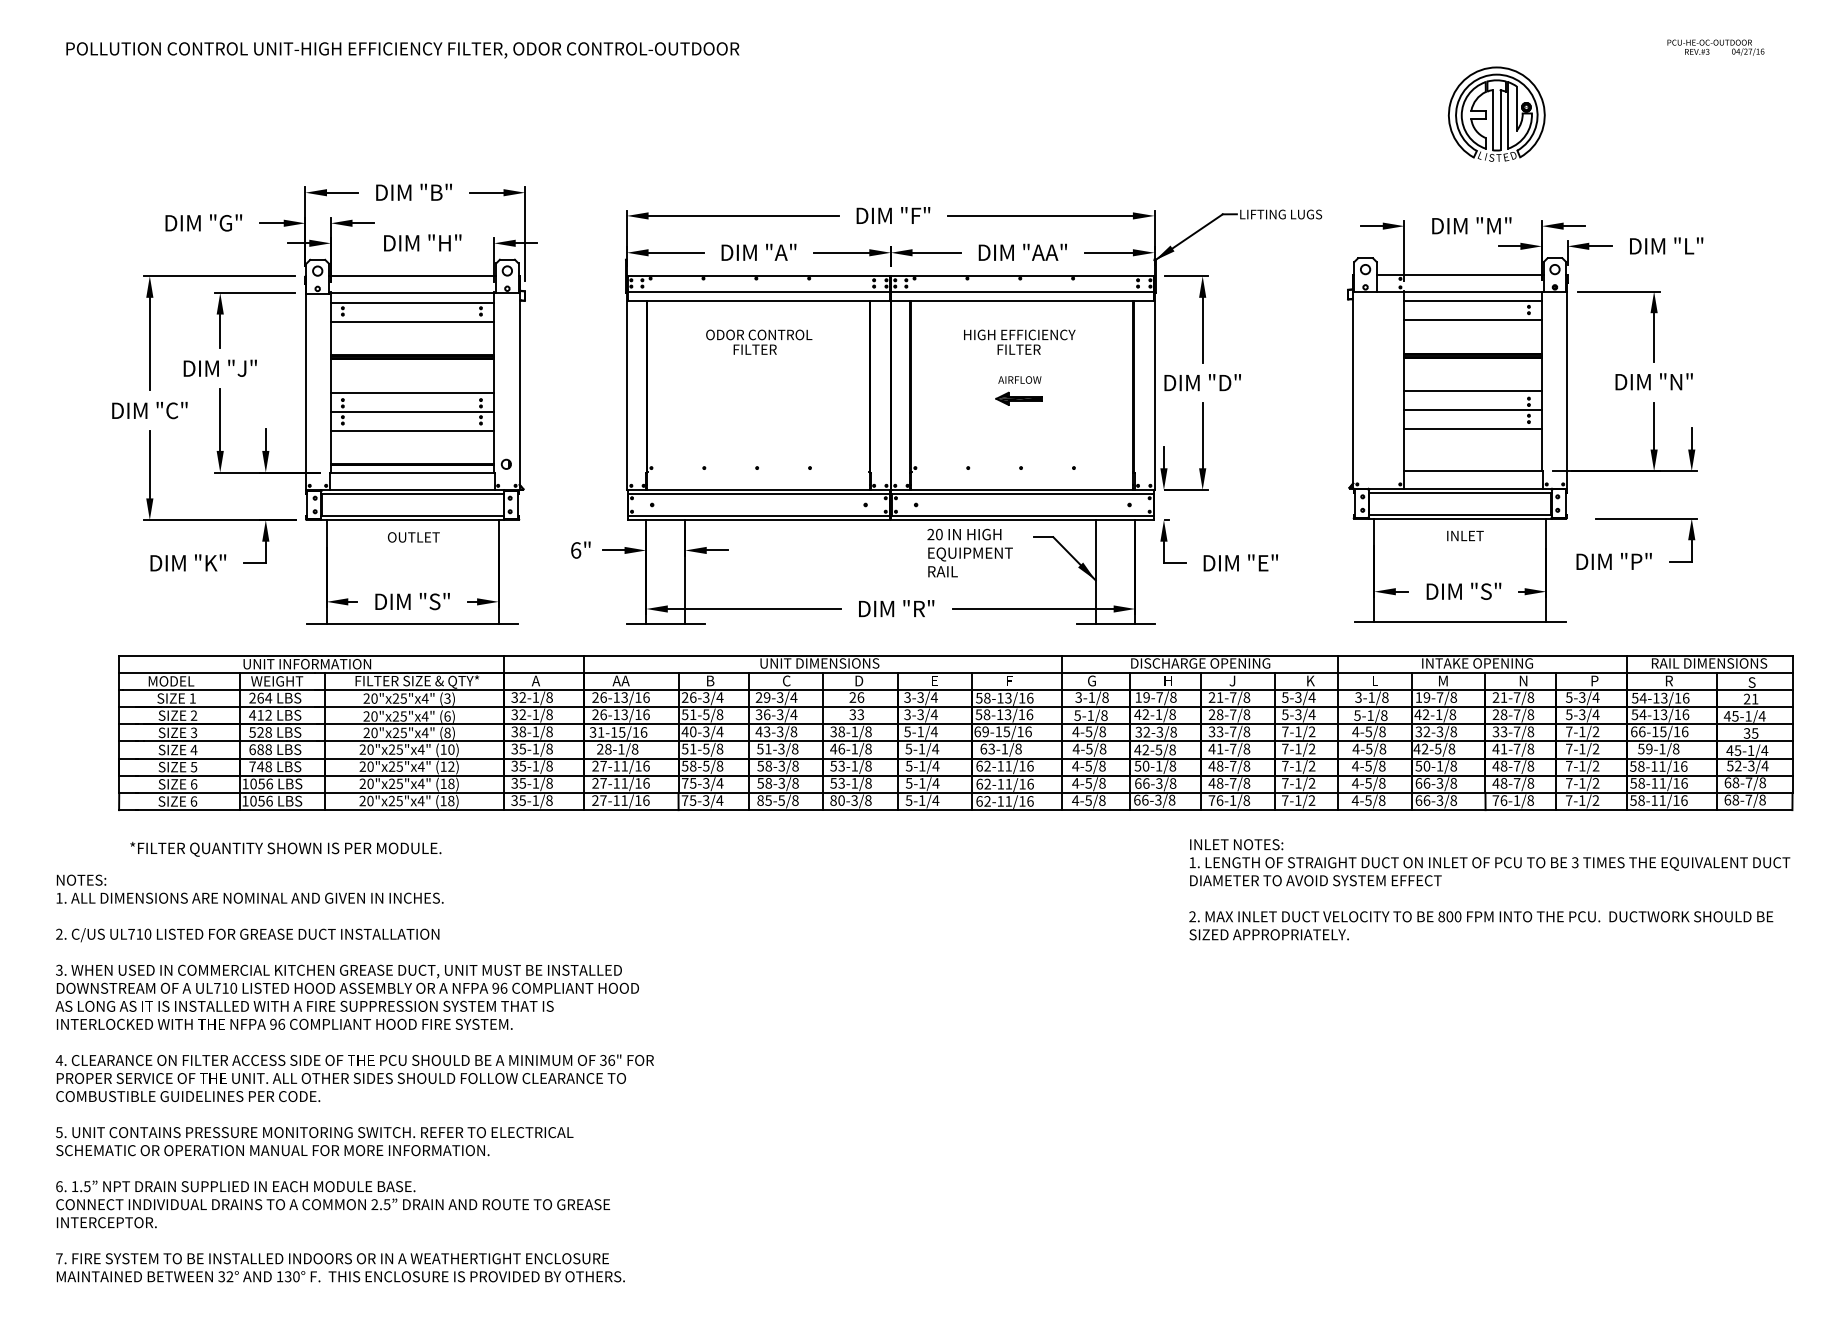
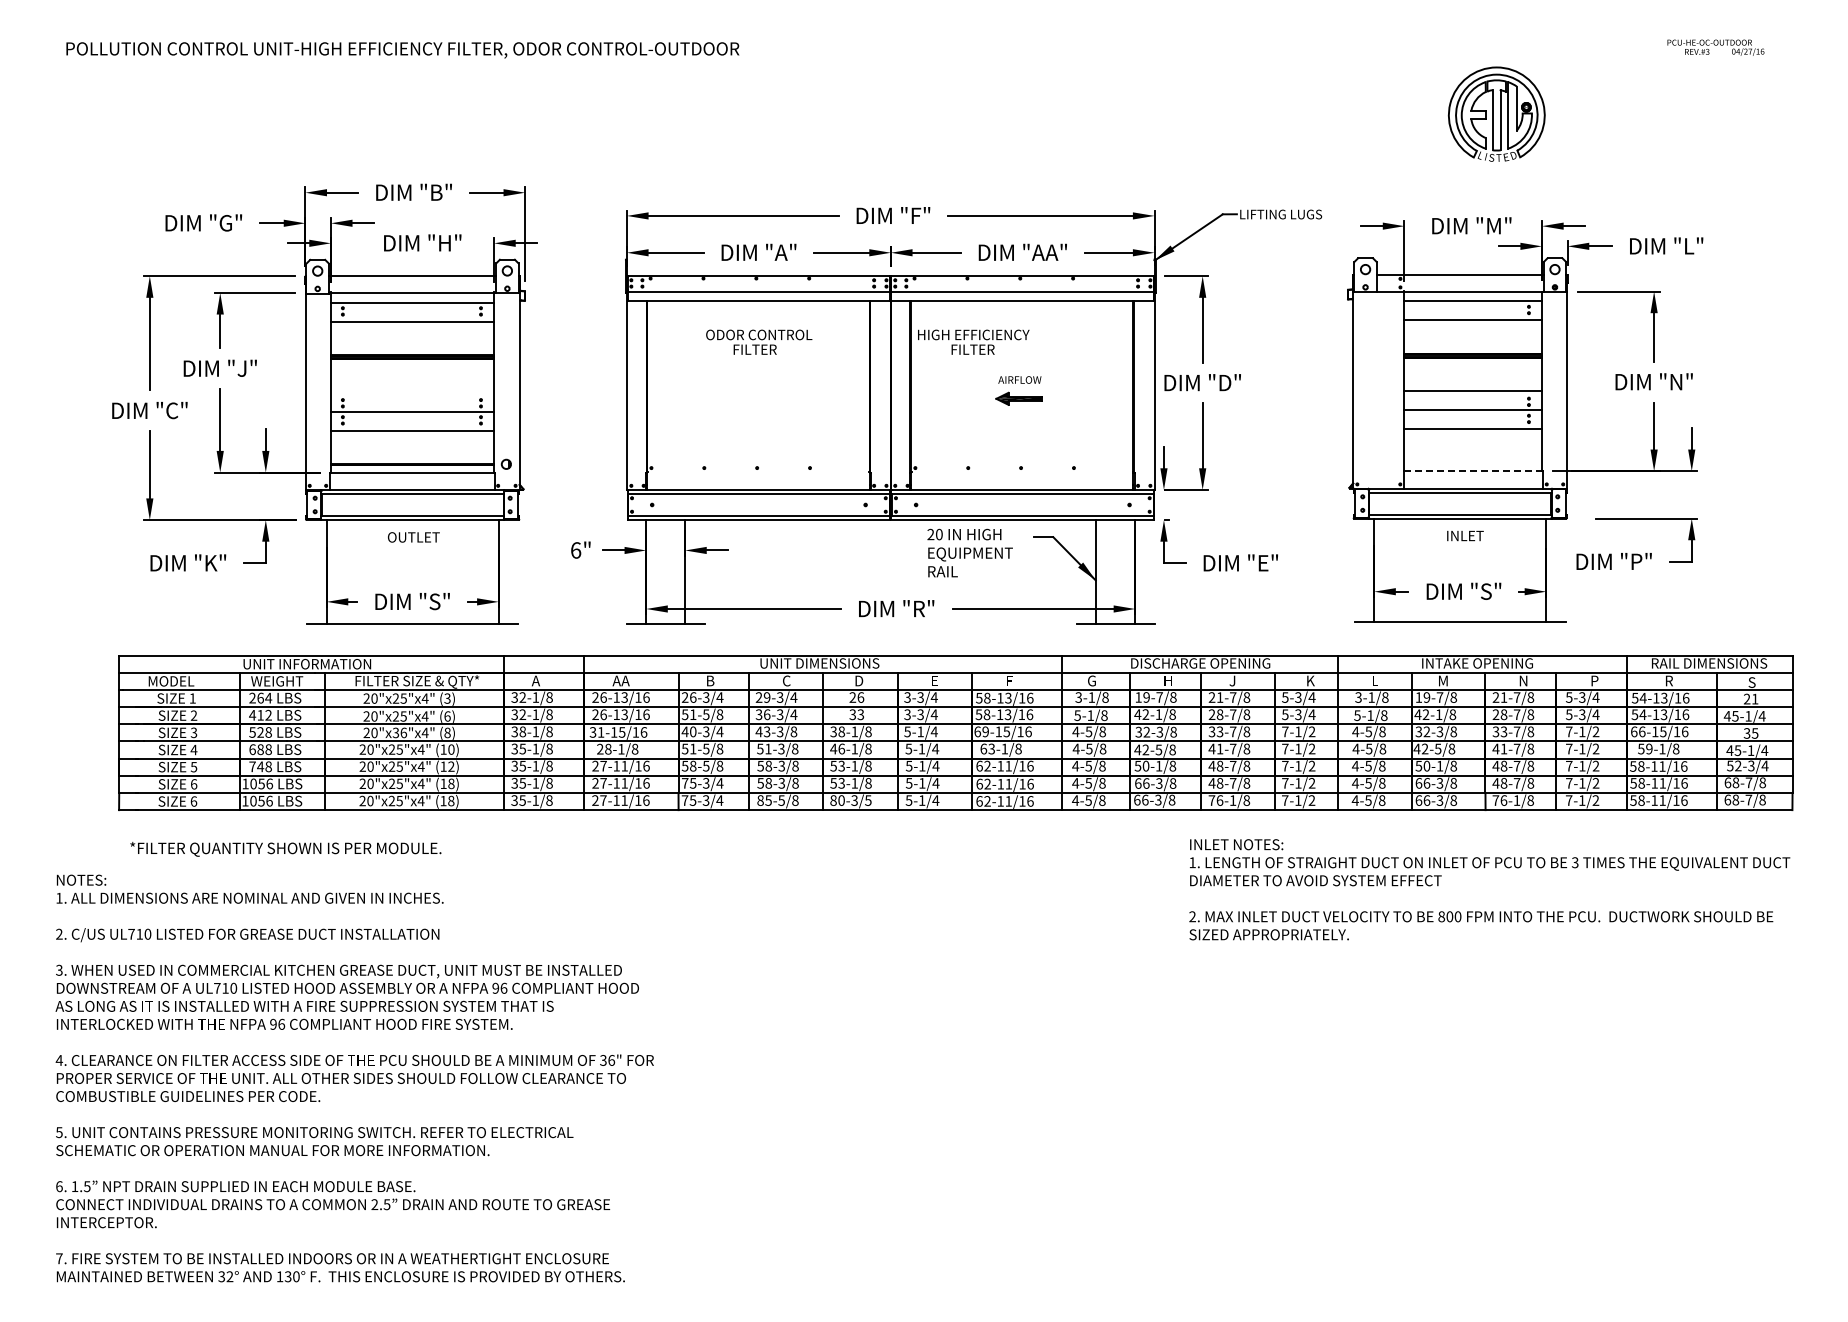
text at (1019, 341) position: (1019, 341) -> (973, 341)
line at (412, 392): present -> none
line at (1473, 471): solid -> dashed
text at (399, 732): 20"x25"x4" -> 20"x36"x4"
text at (868, 800): 80-3/8 -> 80-3/5
